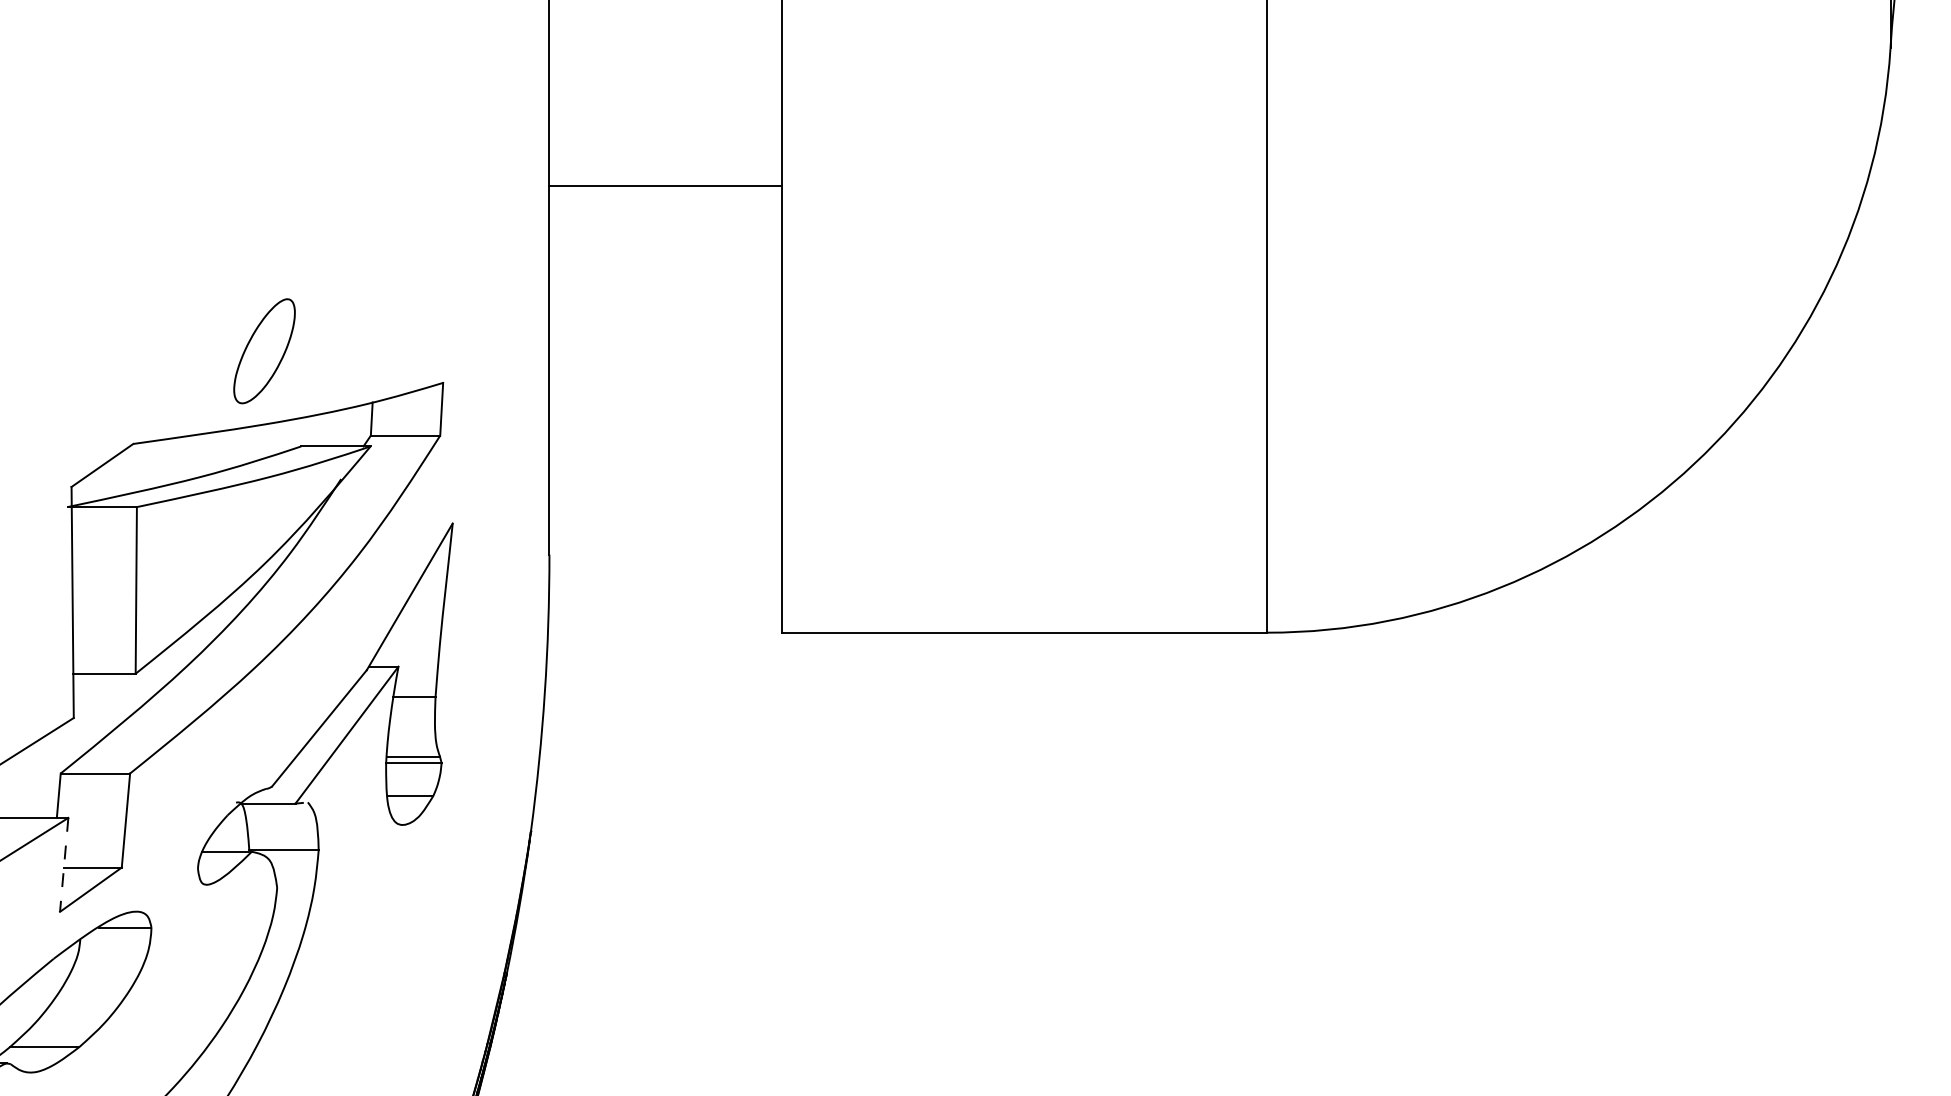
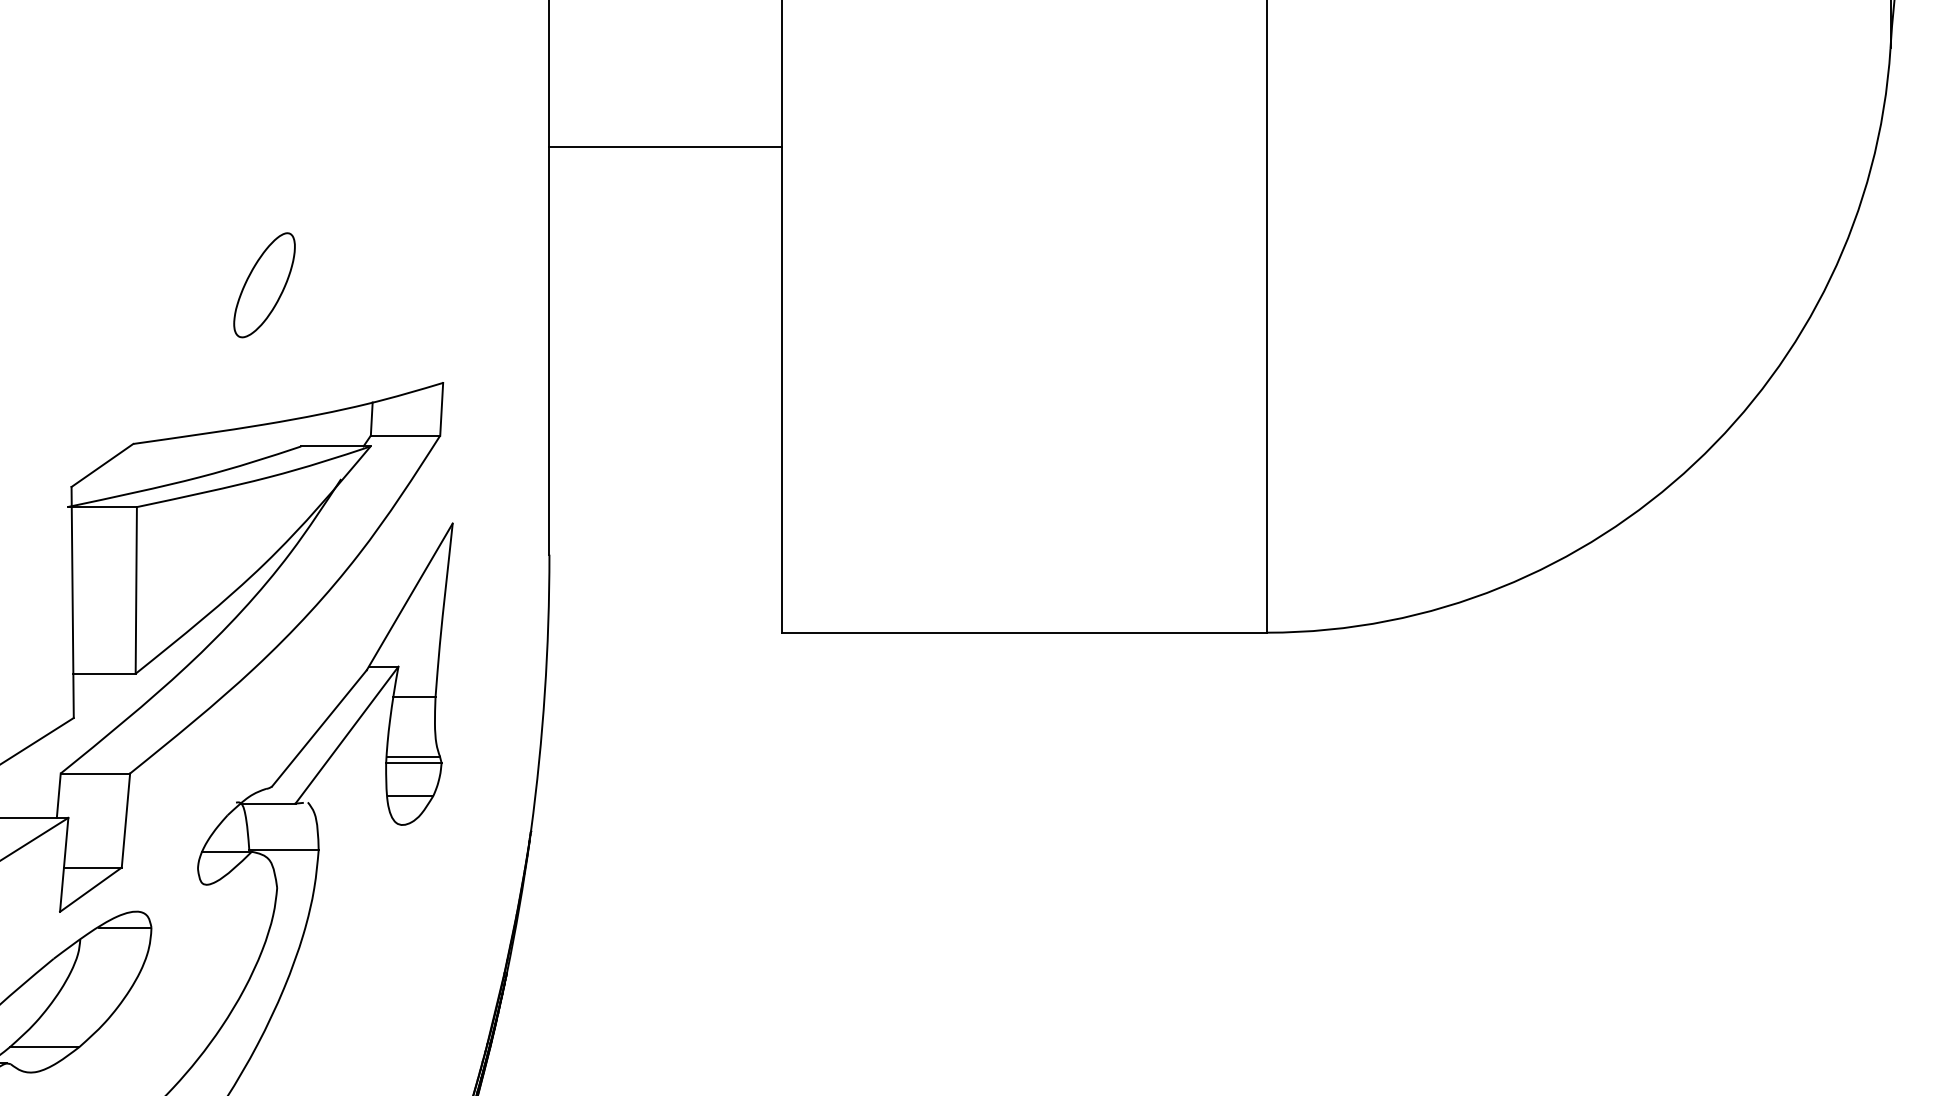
line at (665, 186) position: (665, 186) -> (665, 147)
part at (264, 351) position: (264, 351) -> (264, 285)
line at (64, 865): dashed -> solid
